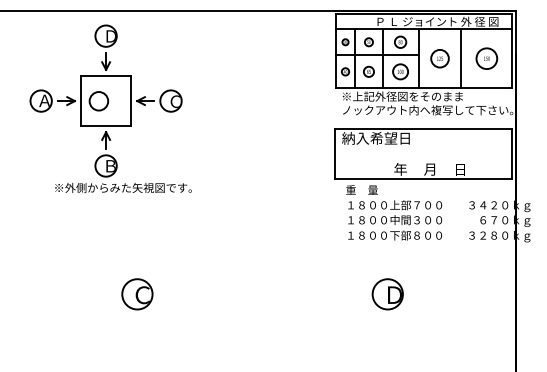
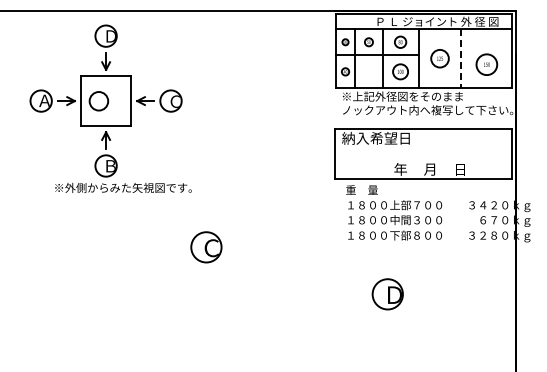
line at (461, 58): solid -> dashed
part at (486, 58) position: (486, 58) -> (486, 64)
part at (368, 71): present -> none
part at (137, 294) position: (137, 294) -> (206, 247)
